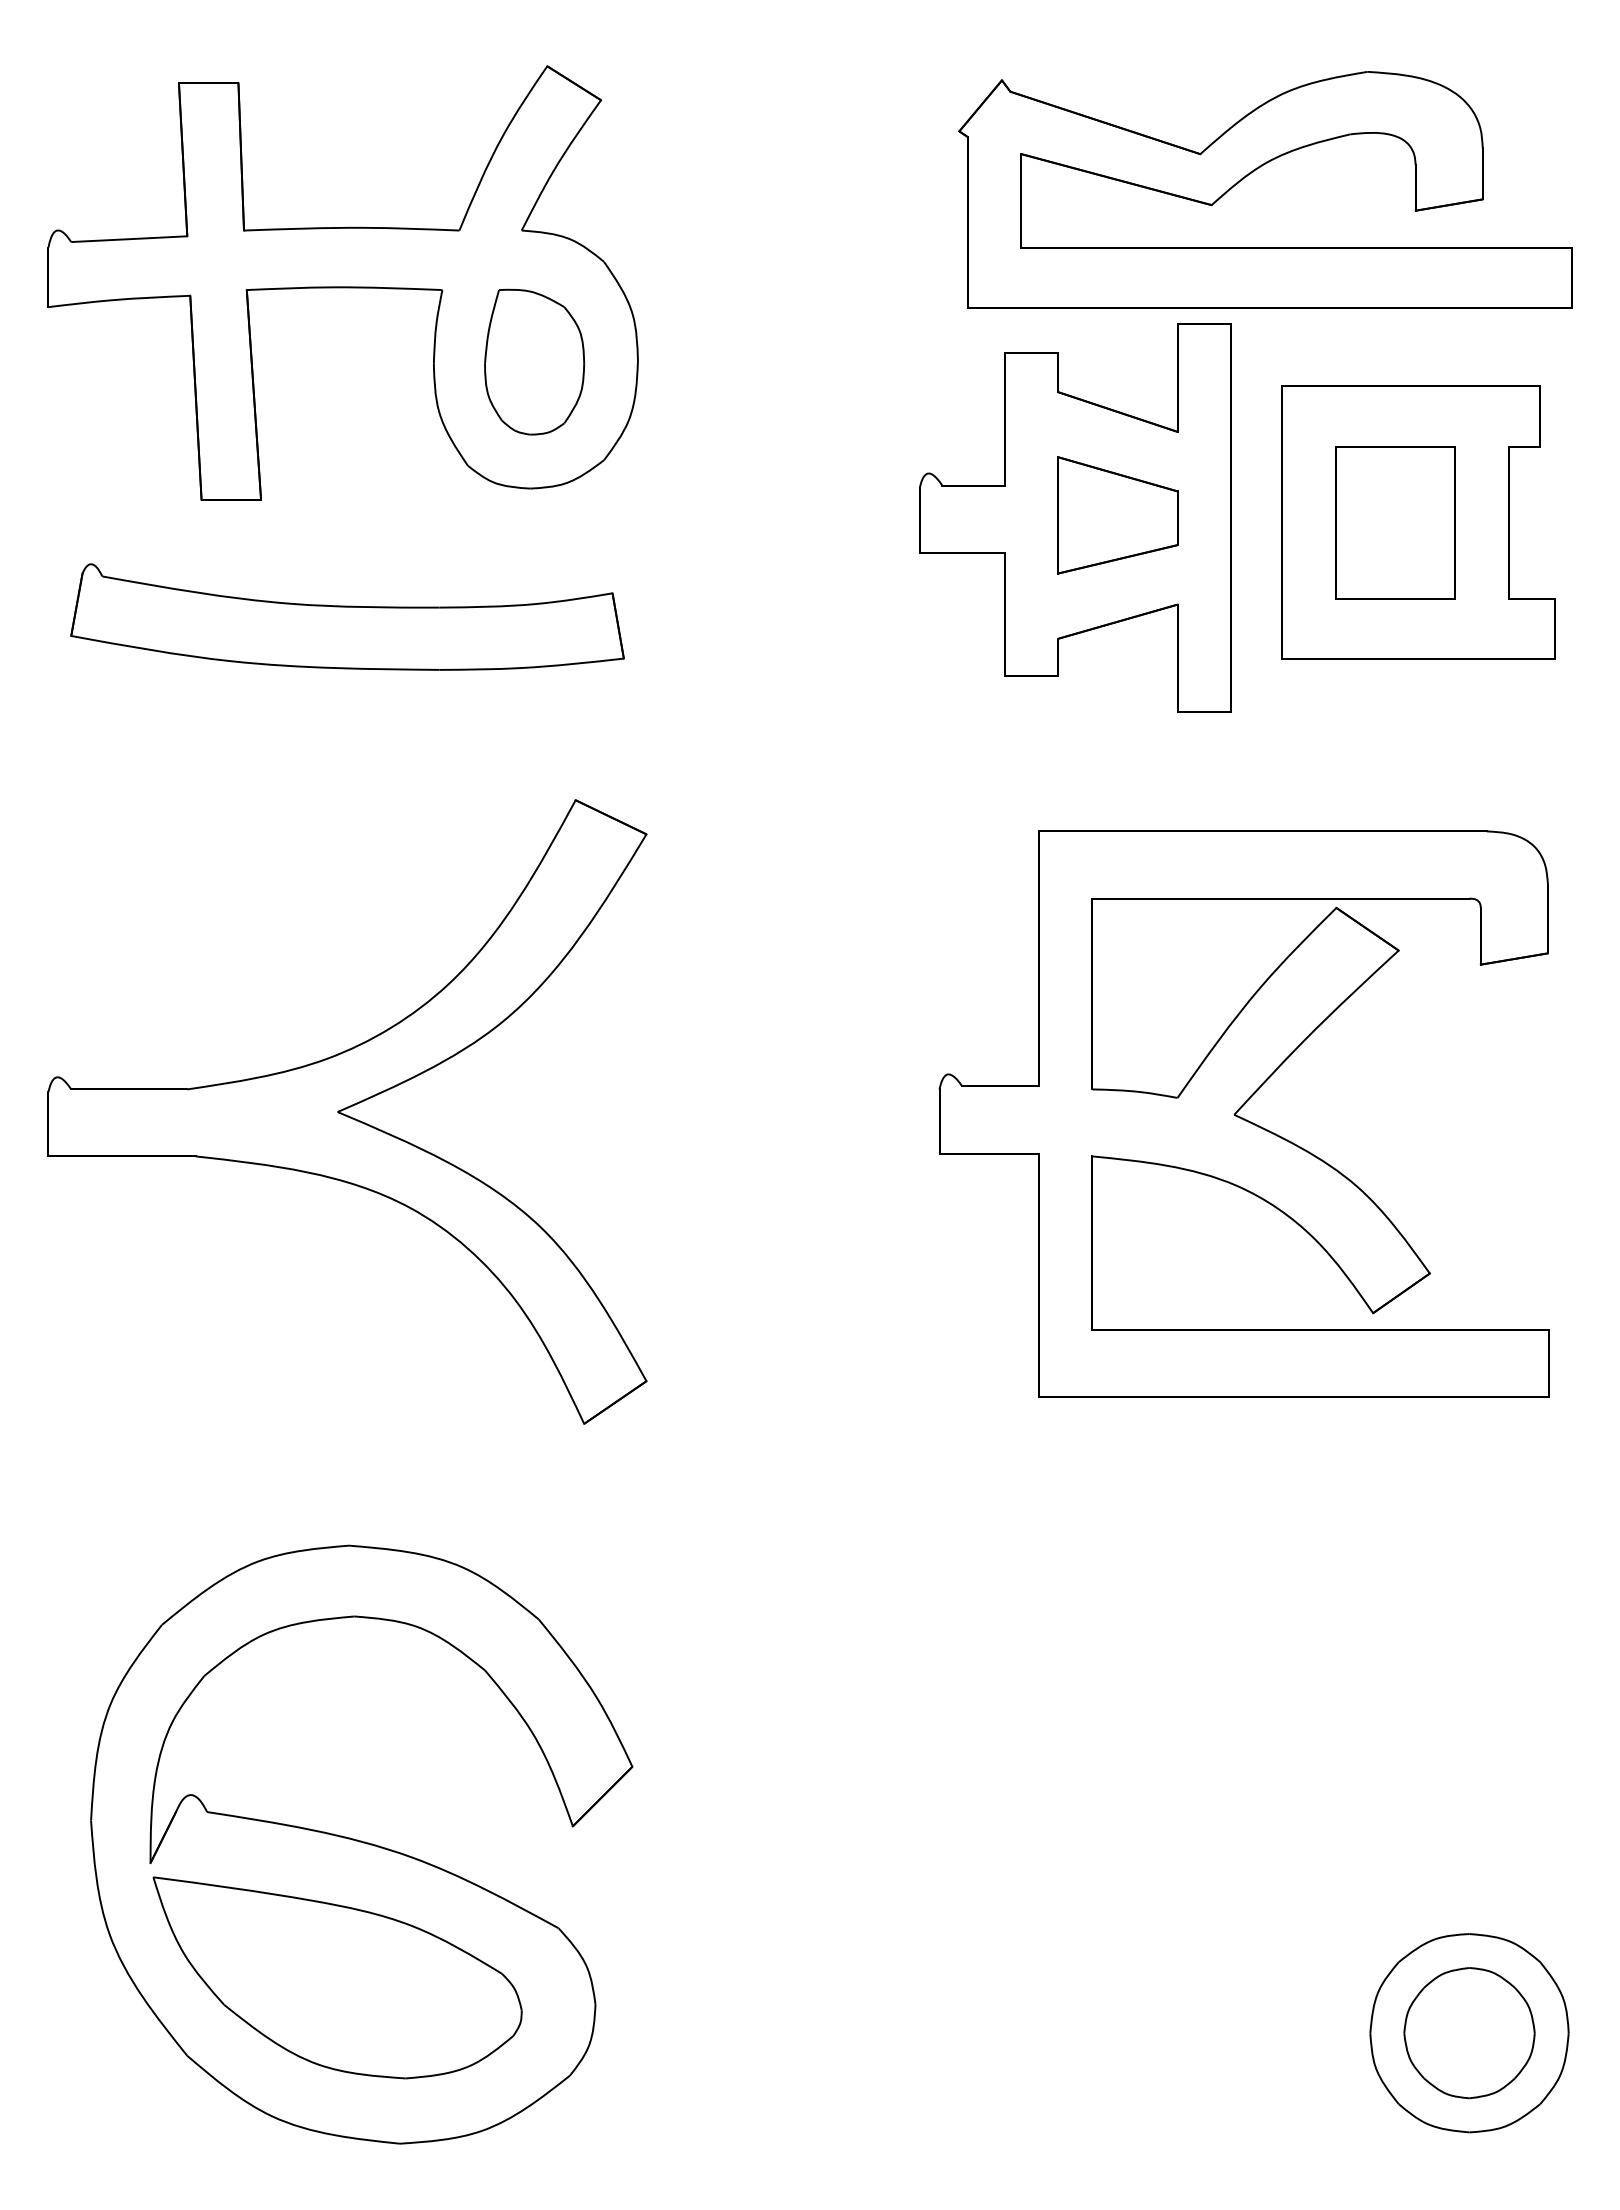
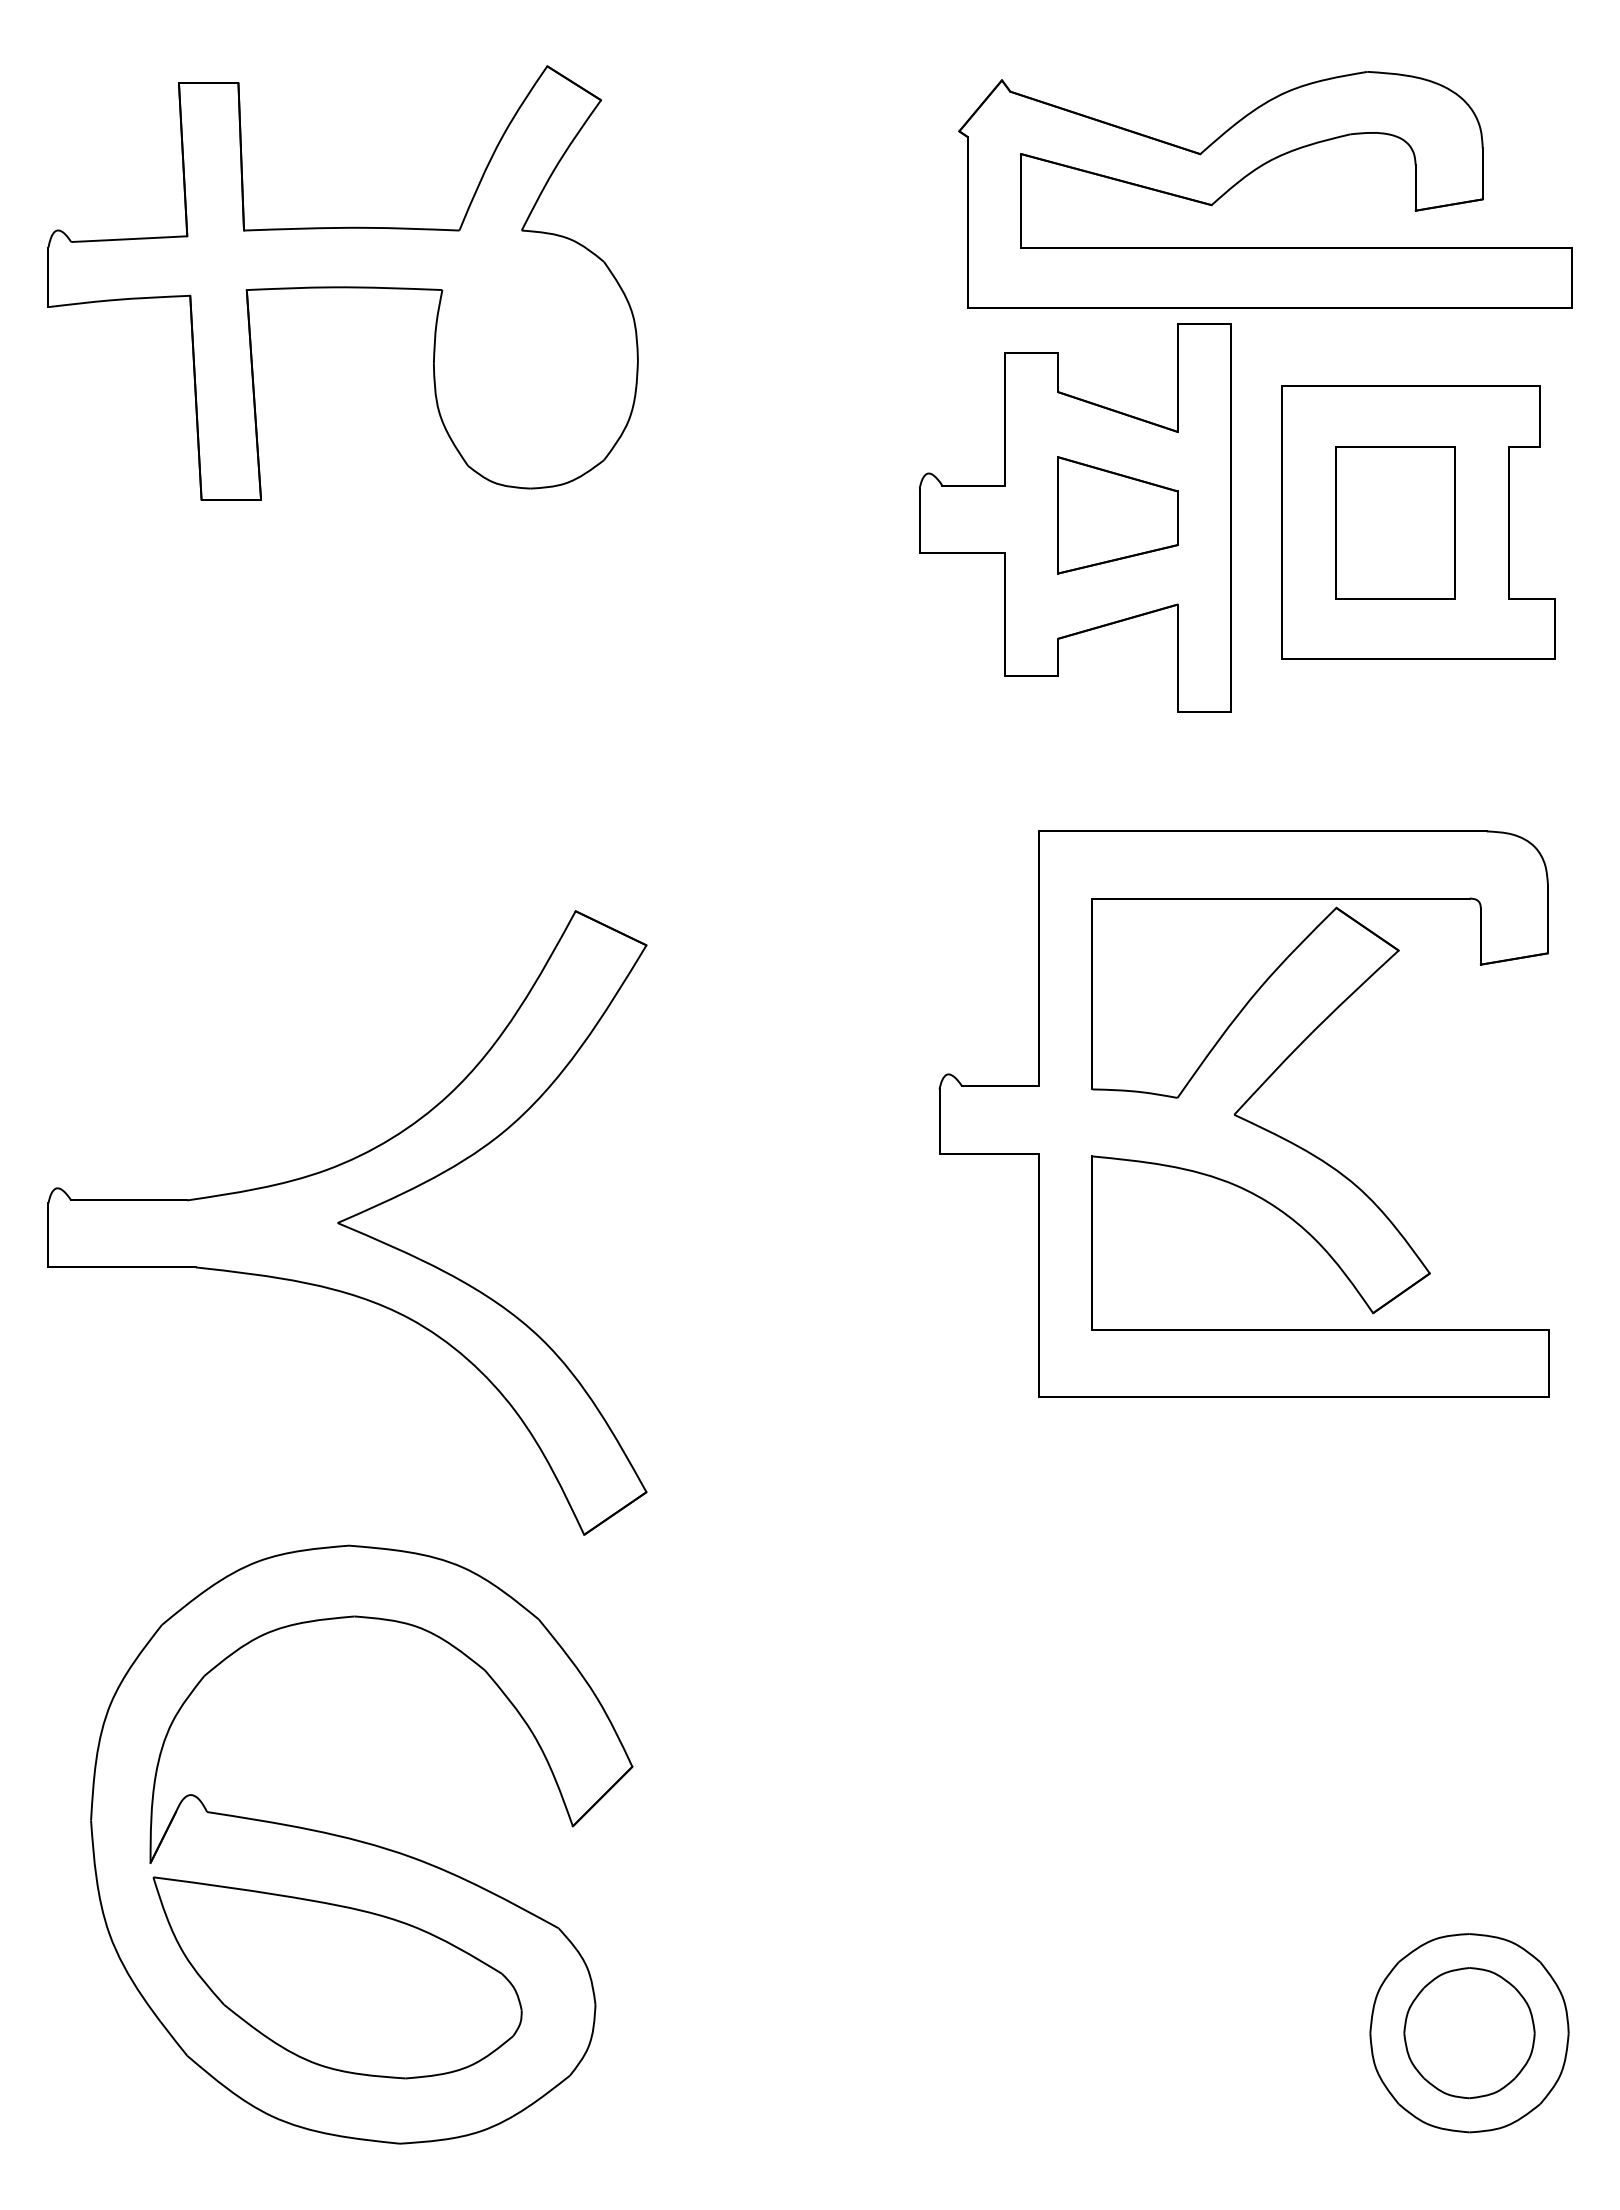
part at (534, 361): present -> none
part at (347, 616): present -> none
part at (347, 1111) position: (347, 1111) -> (347, 1222)
